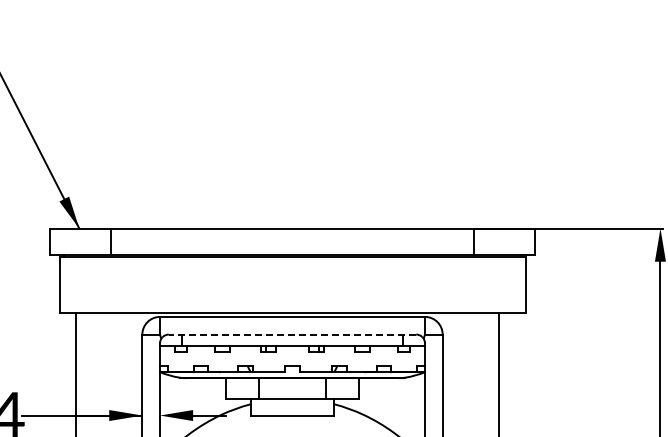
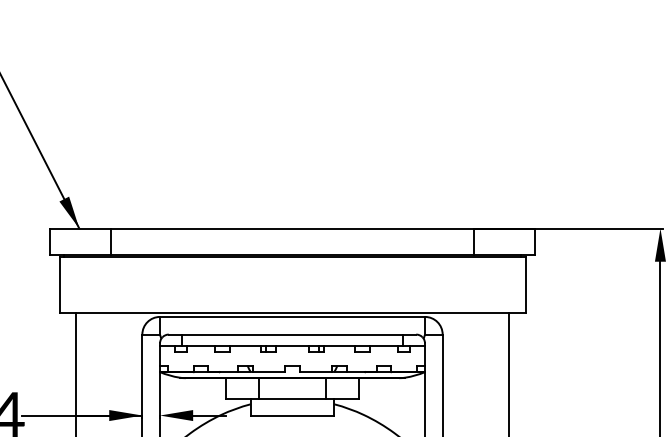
line at (292, 334): dashed -> solid
line at (498, 372) position: (498, 372) -> (508, 372)
